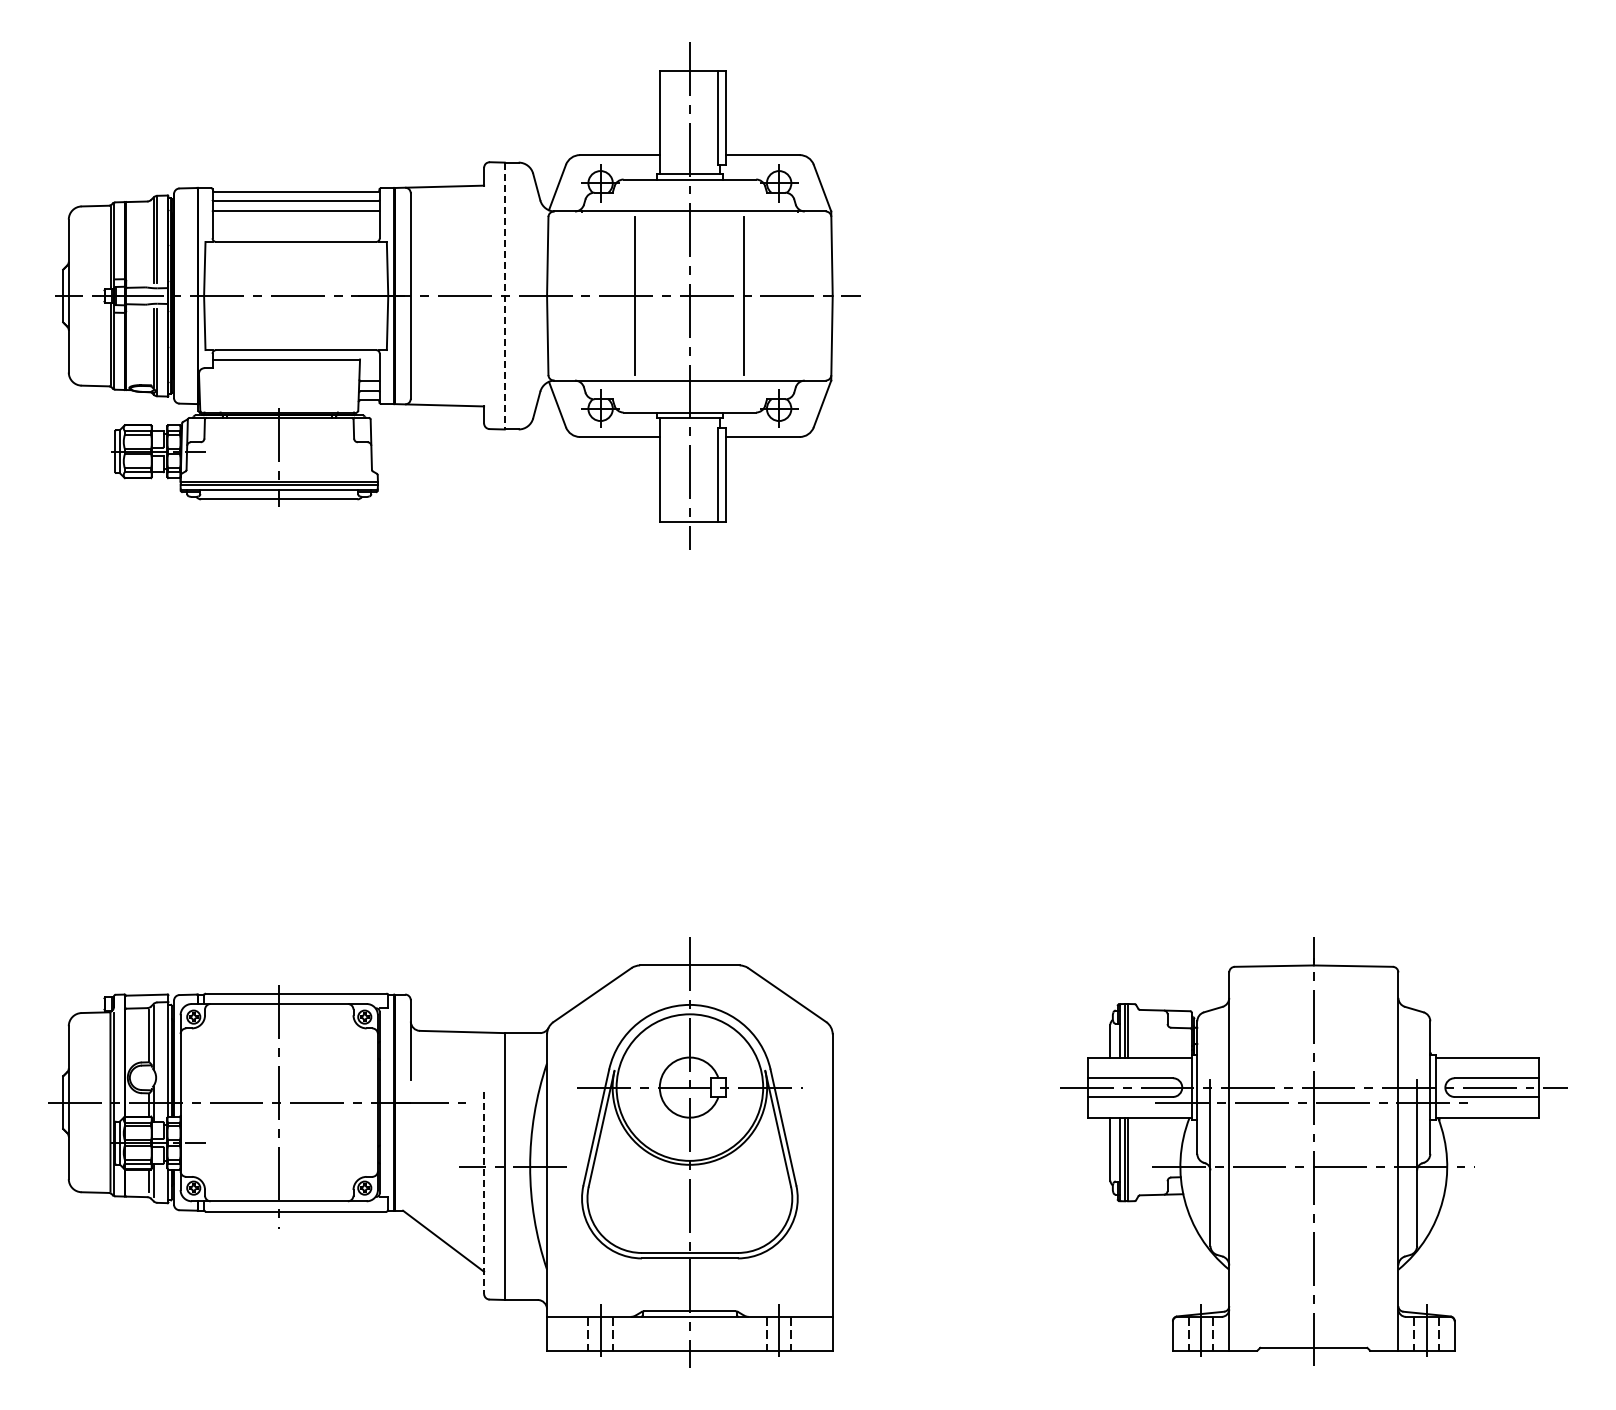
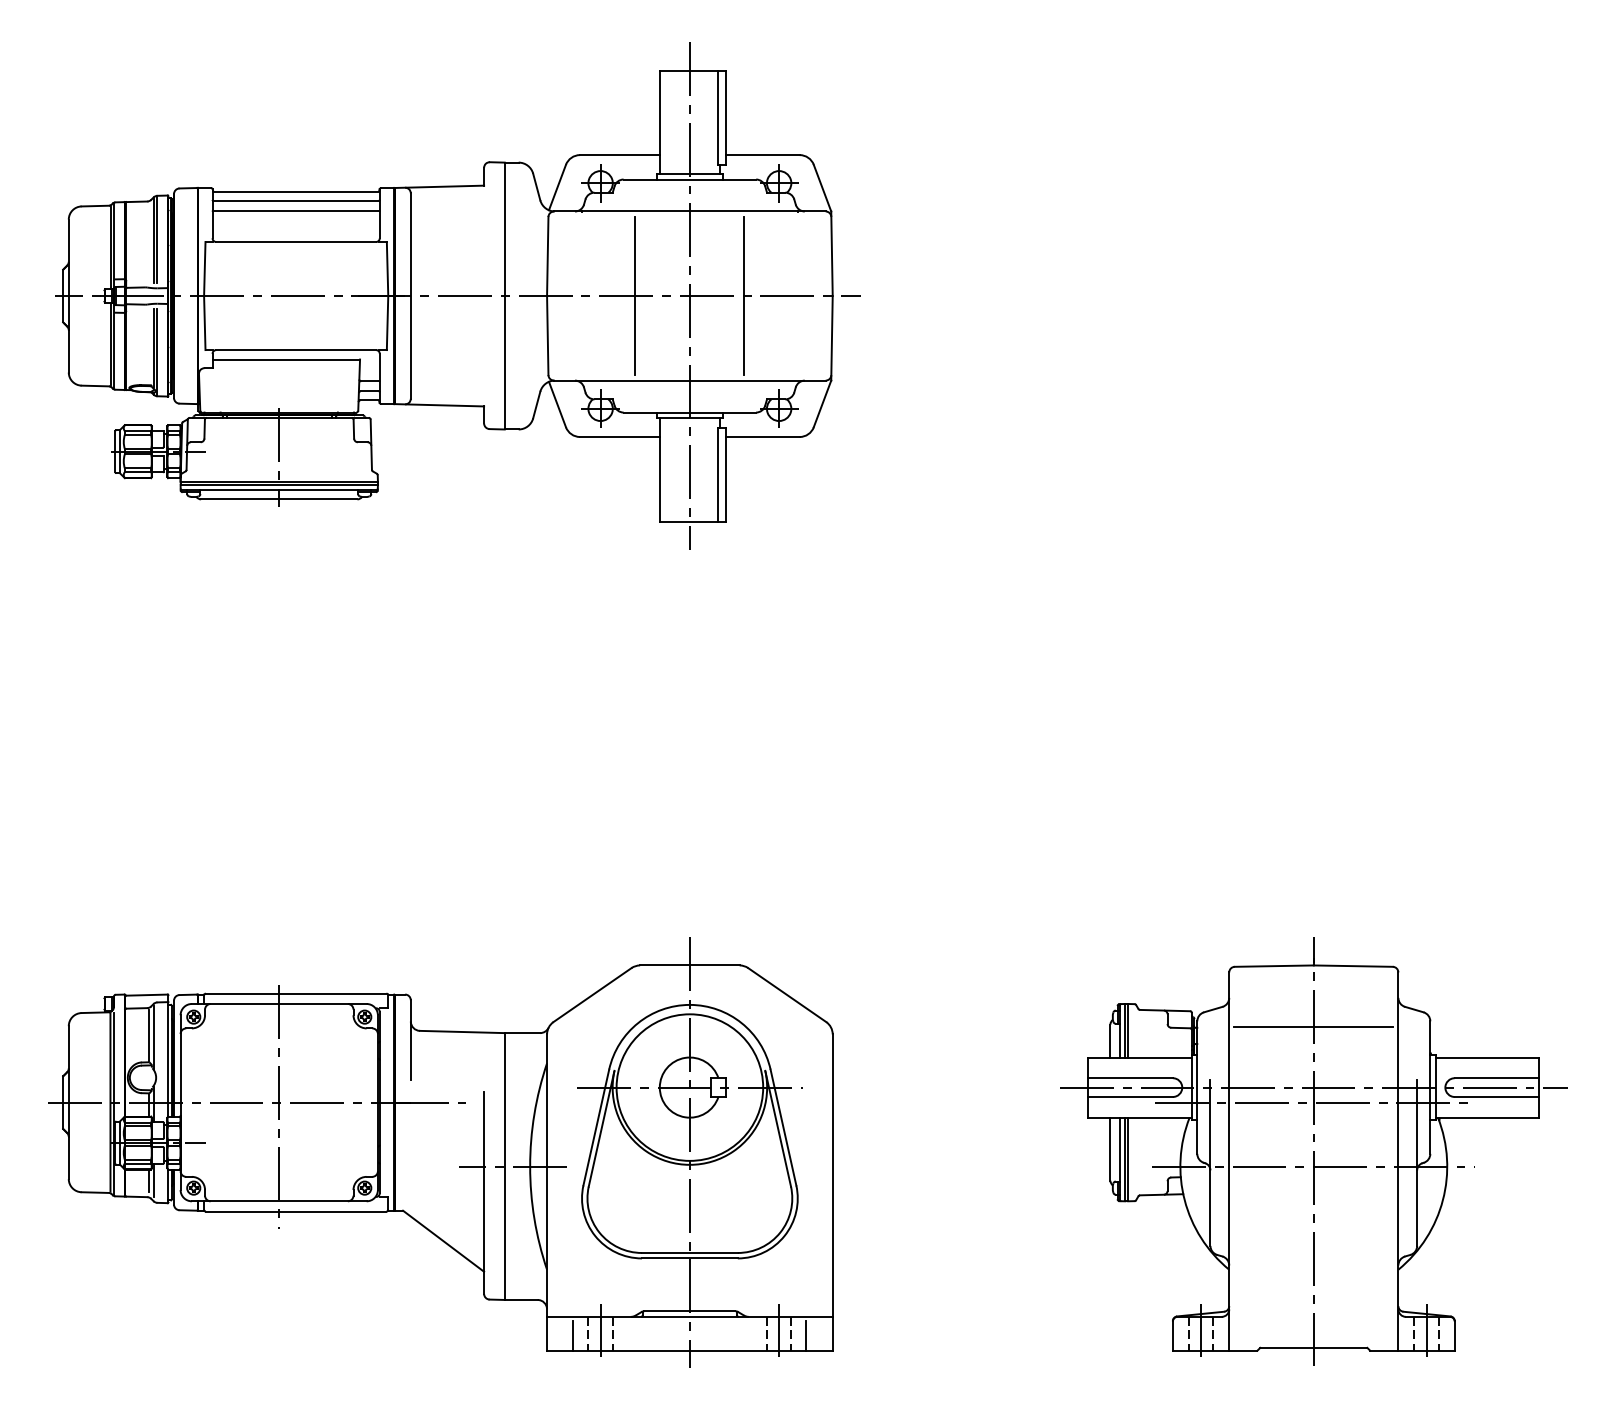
line at (504, 296): dashed -> solid
line at (1313, 1026): none -> present
line at (484, 1193): dashed -> solid
line at (573, 1335): none -> present
line at (806, 1335): none -> present
